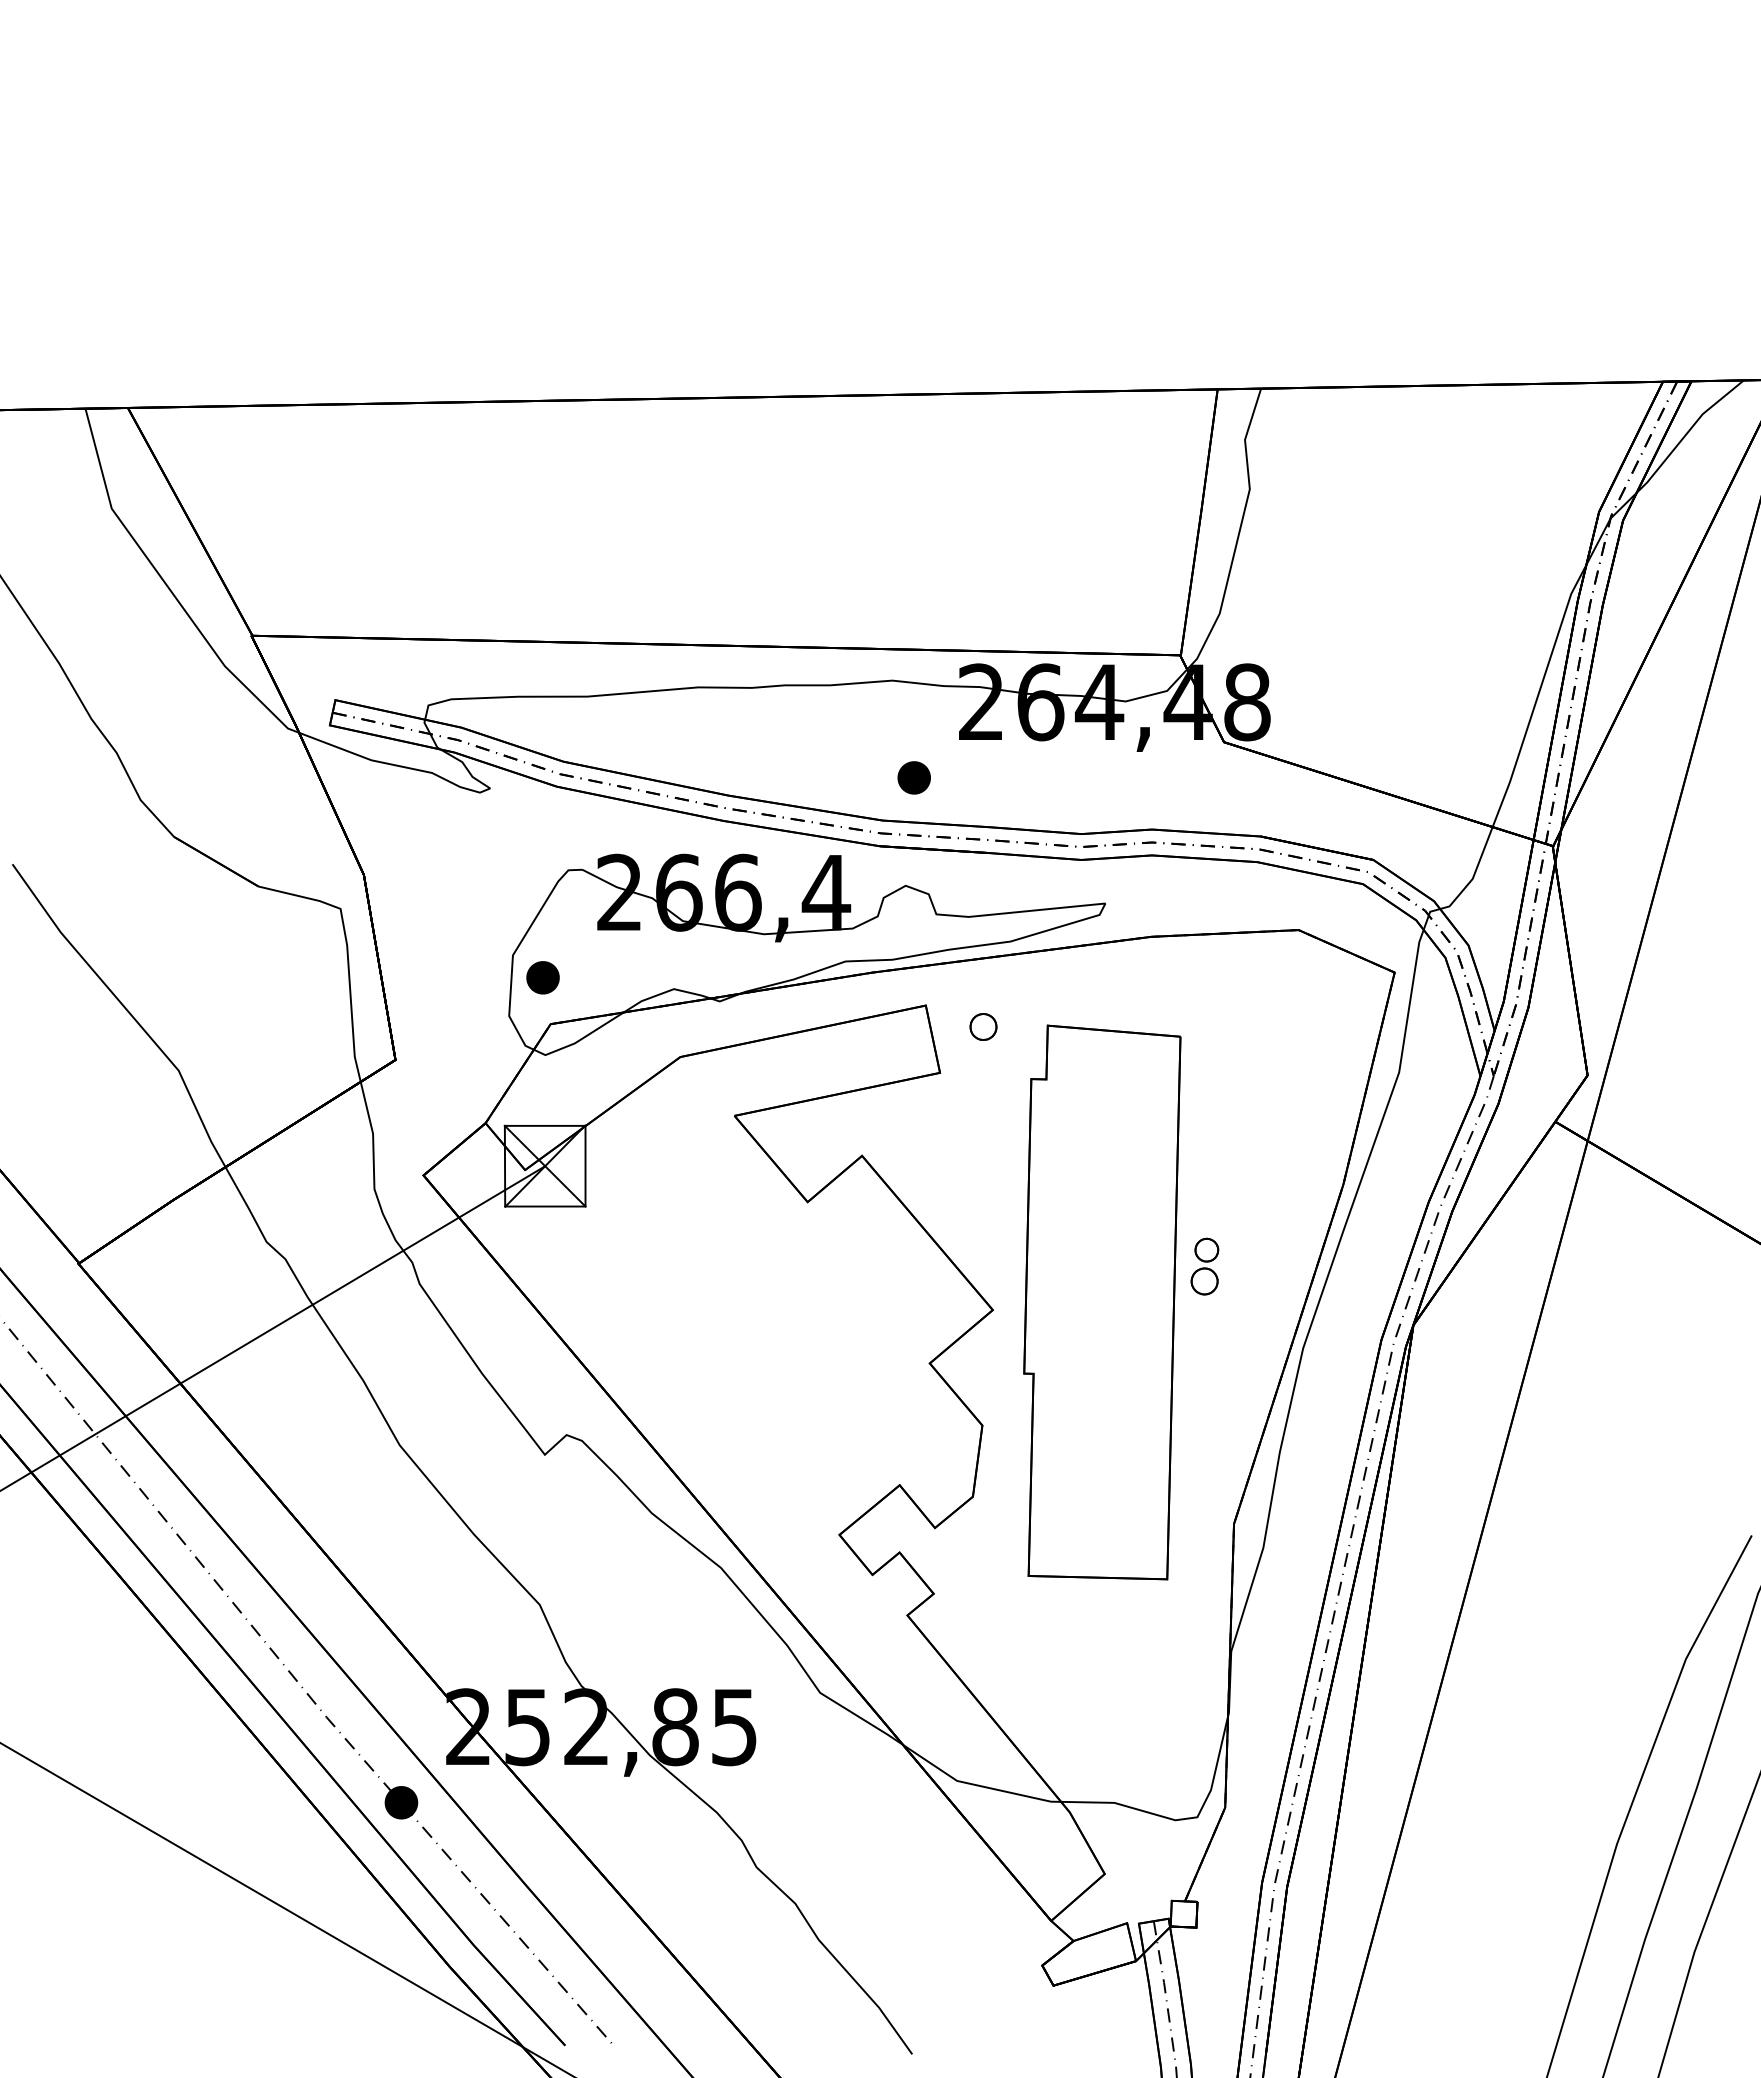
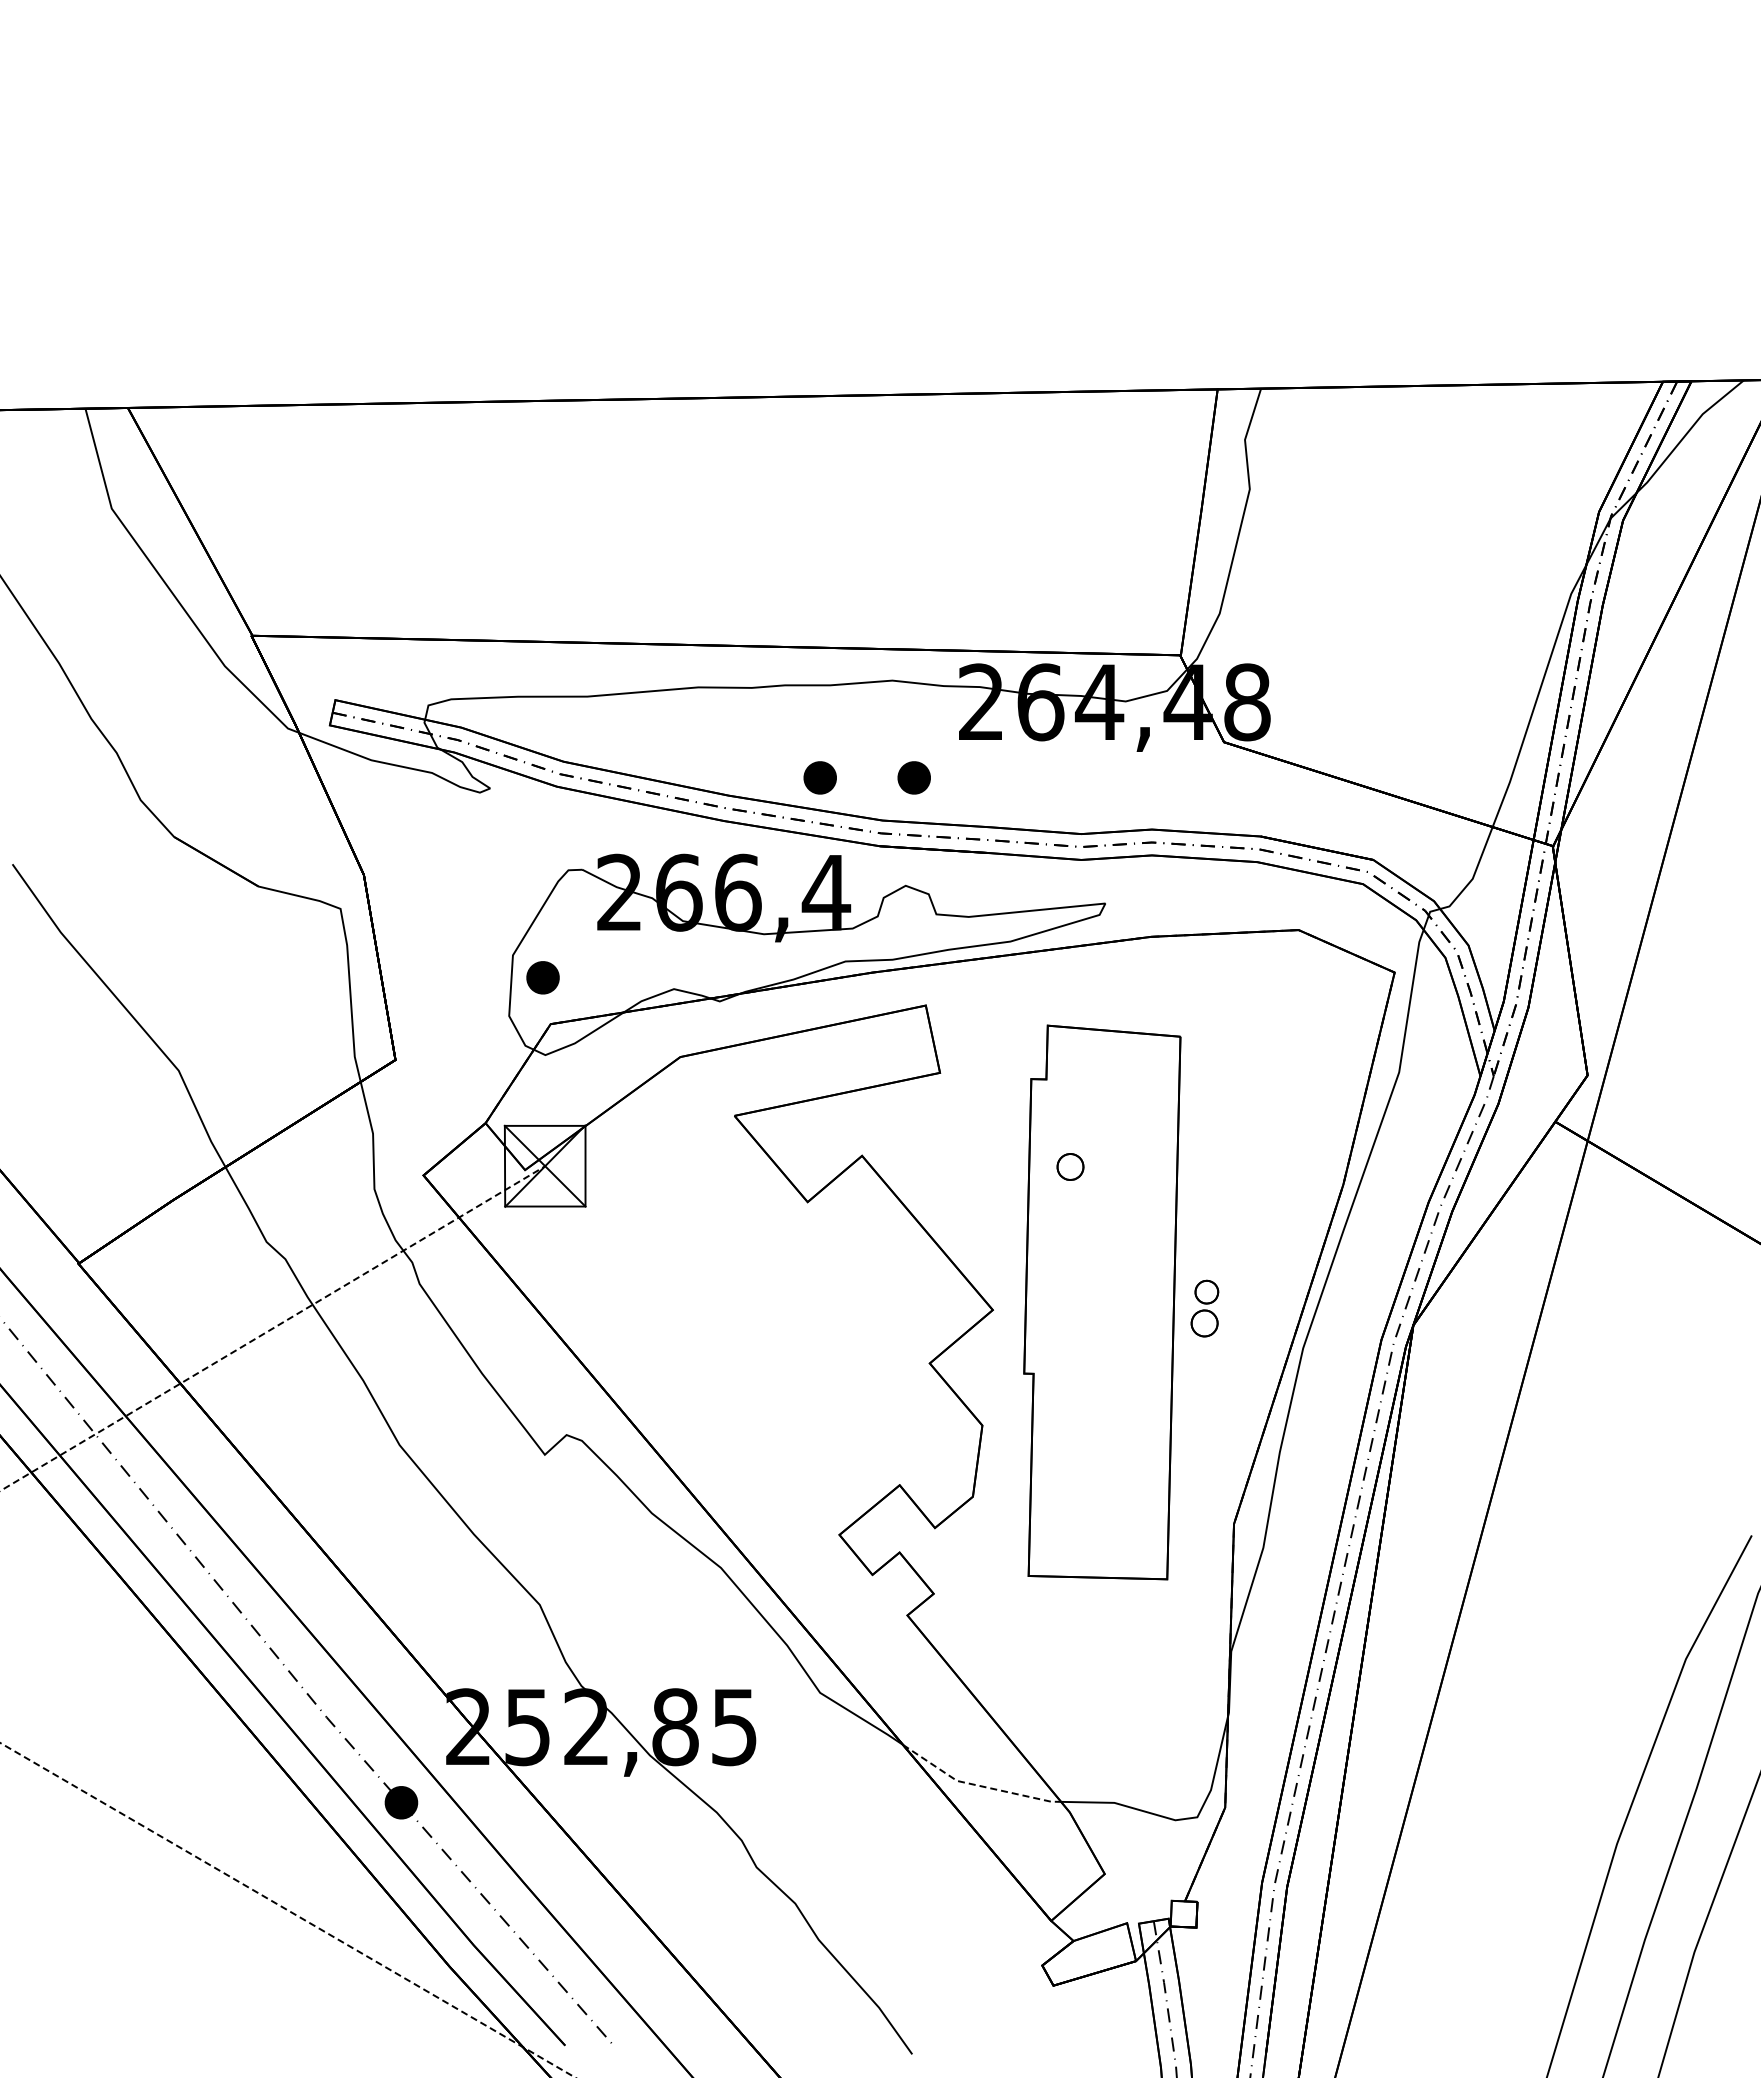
part at (819, 777): none -> present
part at (983, 1026) position: (983, 1026) -> (1070, 1166)
part at (1204, 1266) position: (1204, 1266) -> (1204, 1308)
line at (273, 1328): solid -> dashed
line at (977, 1785): solid -> dashed
line at (288, 1910): solid -> dashed
